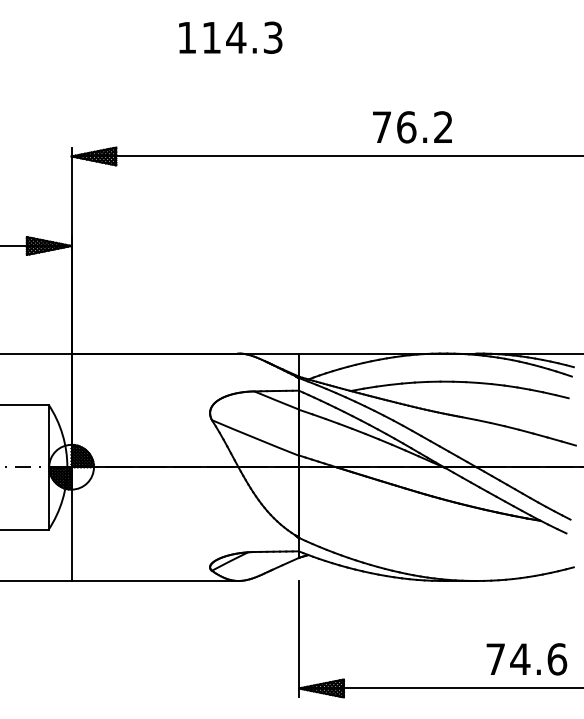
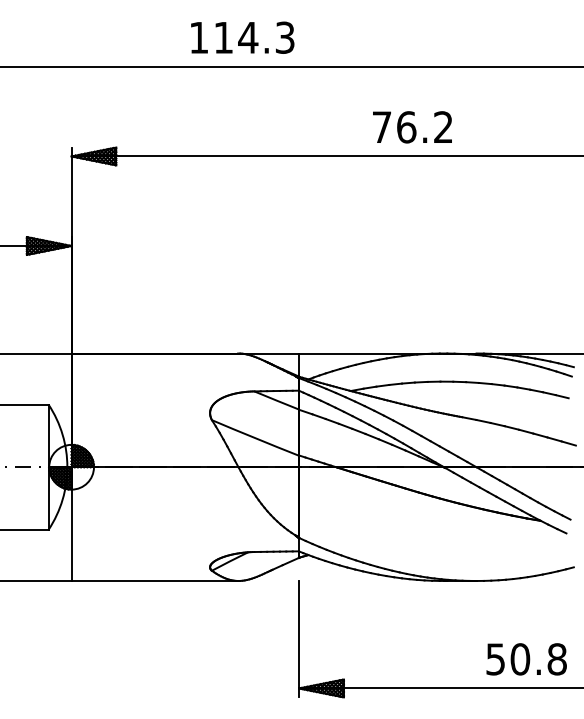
text at (230, 37) position: (230, 37) -> (242, 37)
line at (291, 66): none -> present
text at (526, 659): 74.6 -> 50.8
